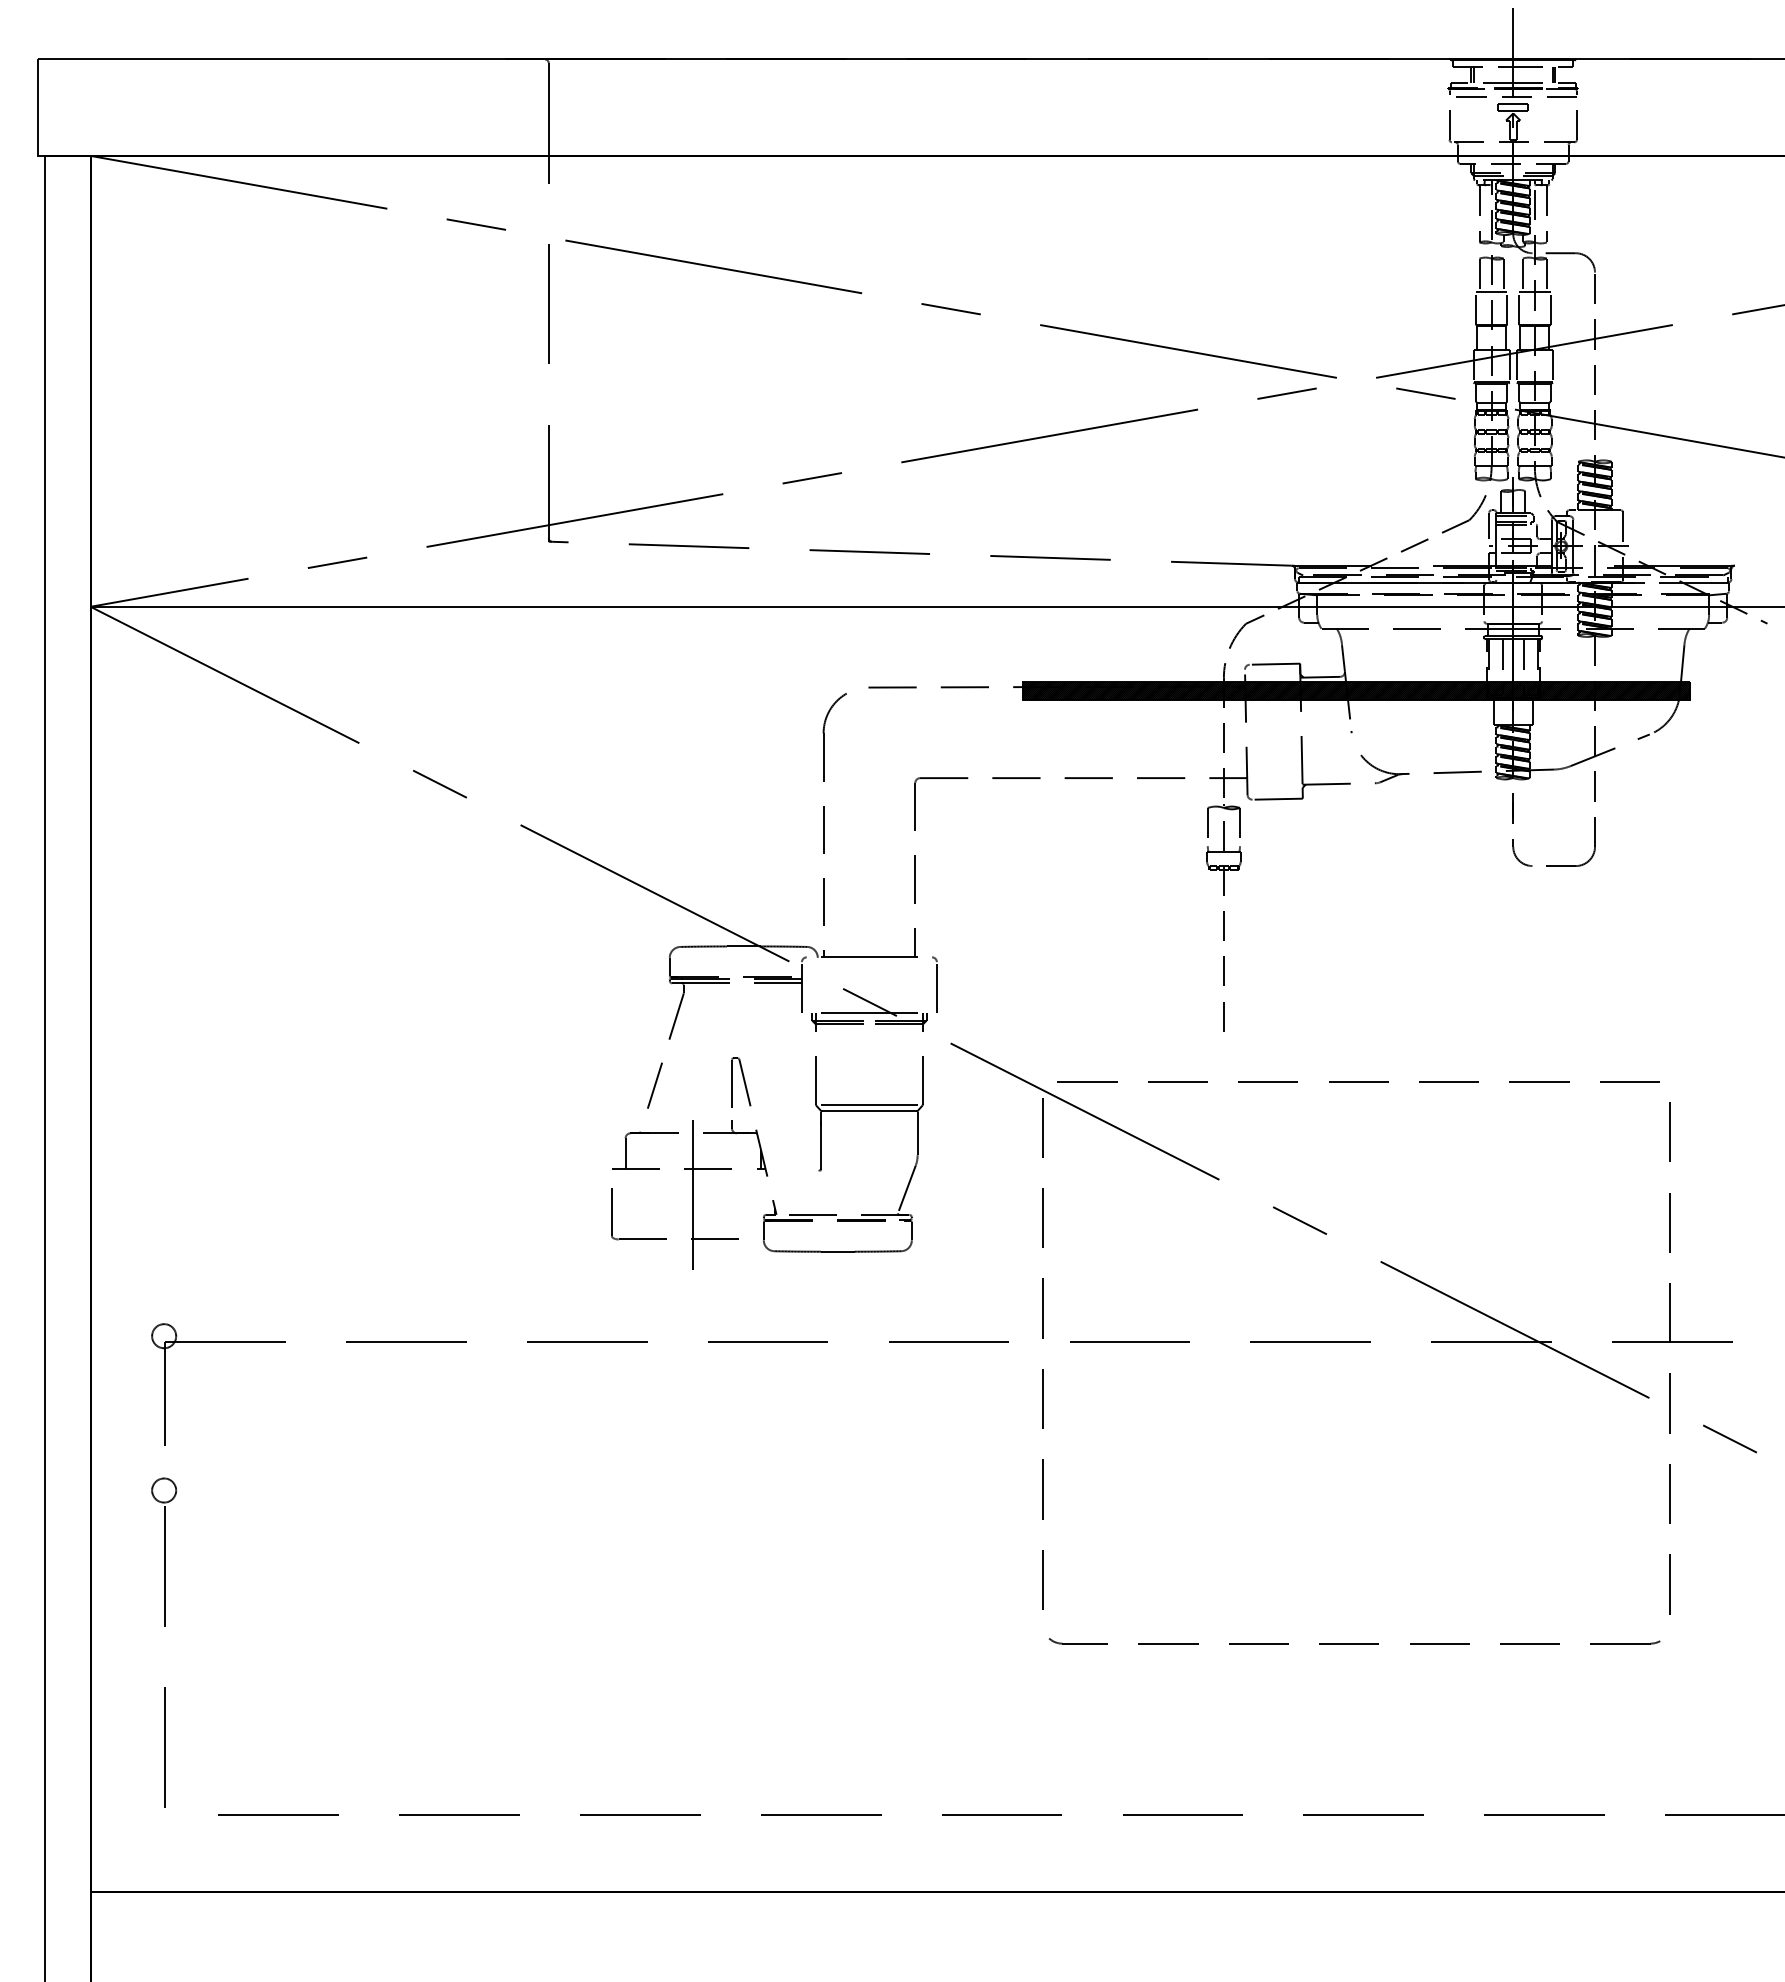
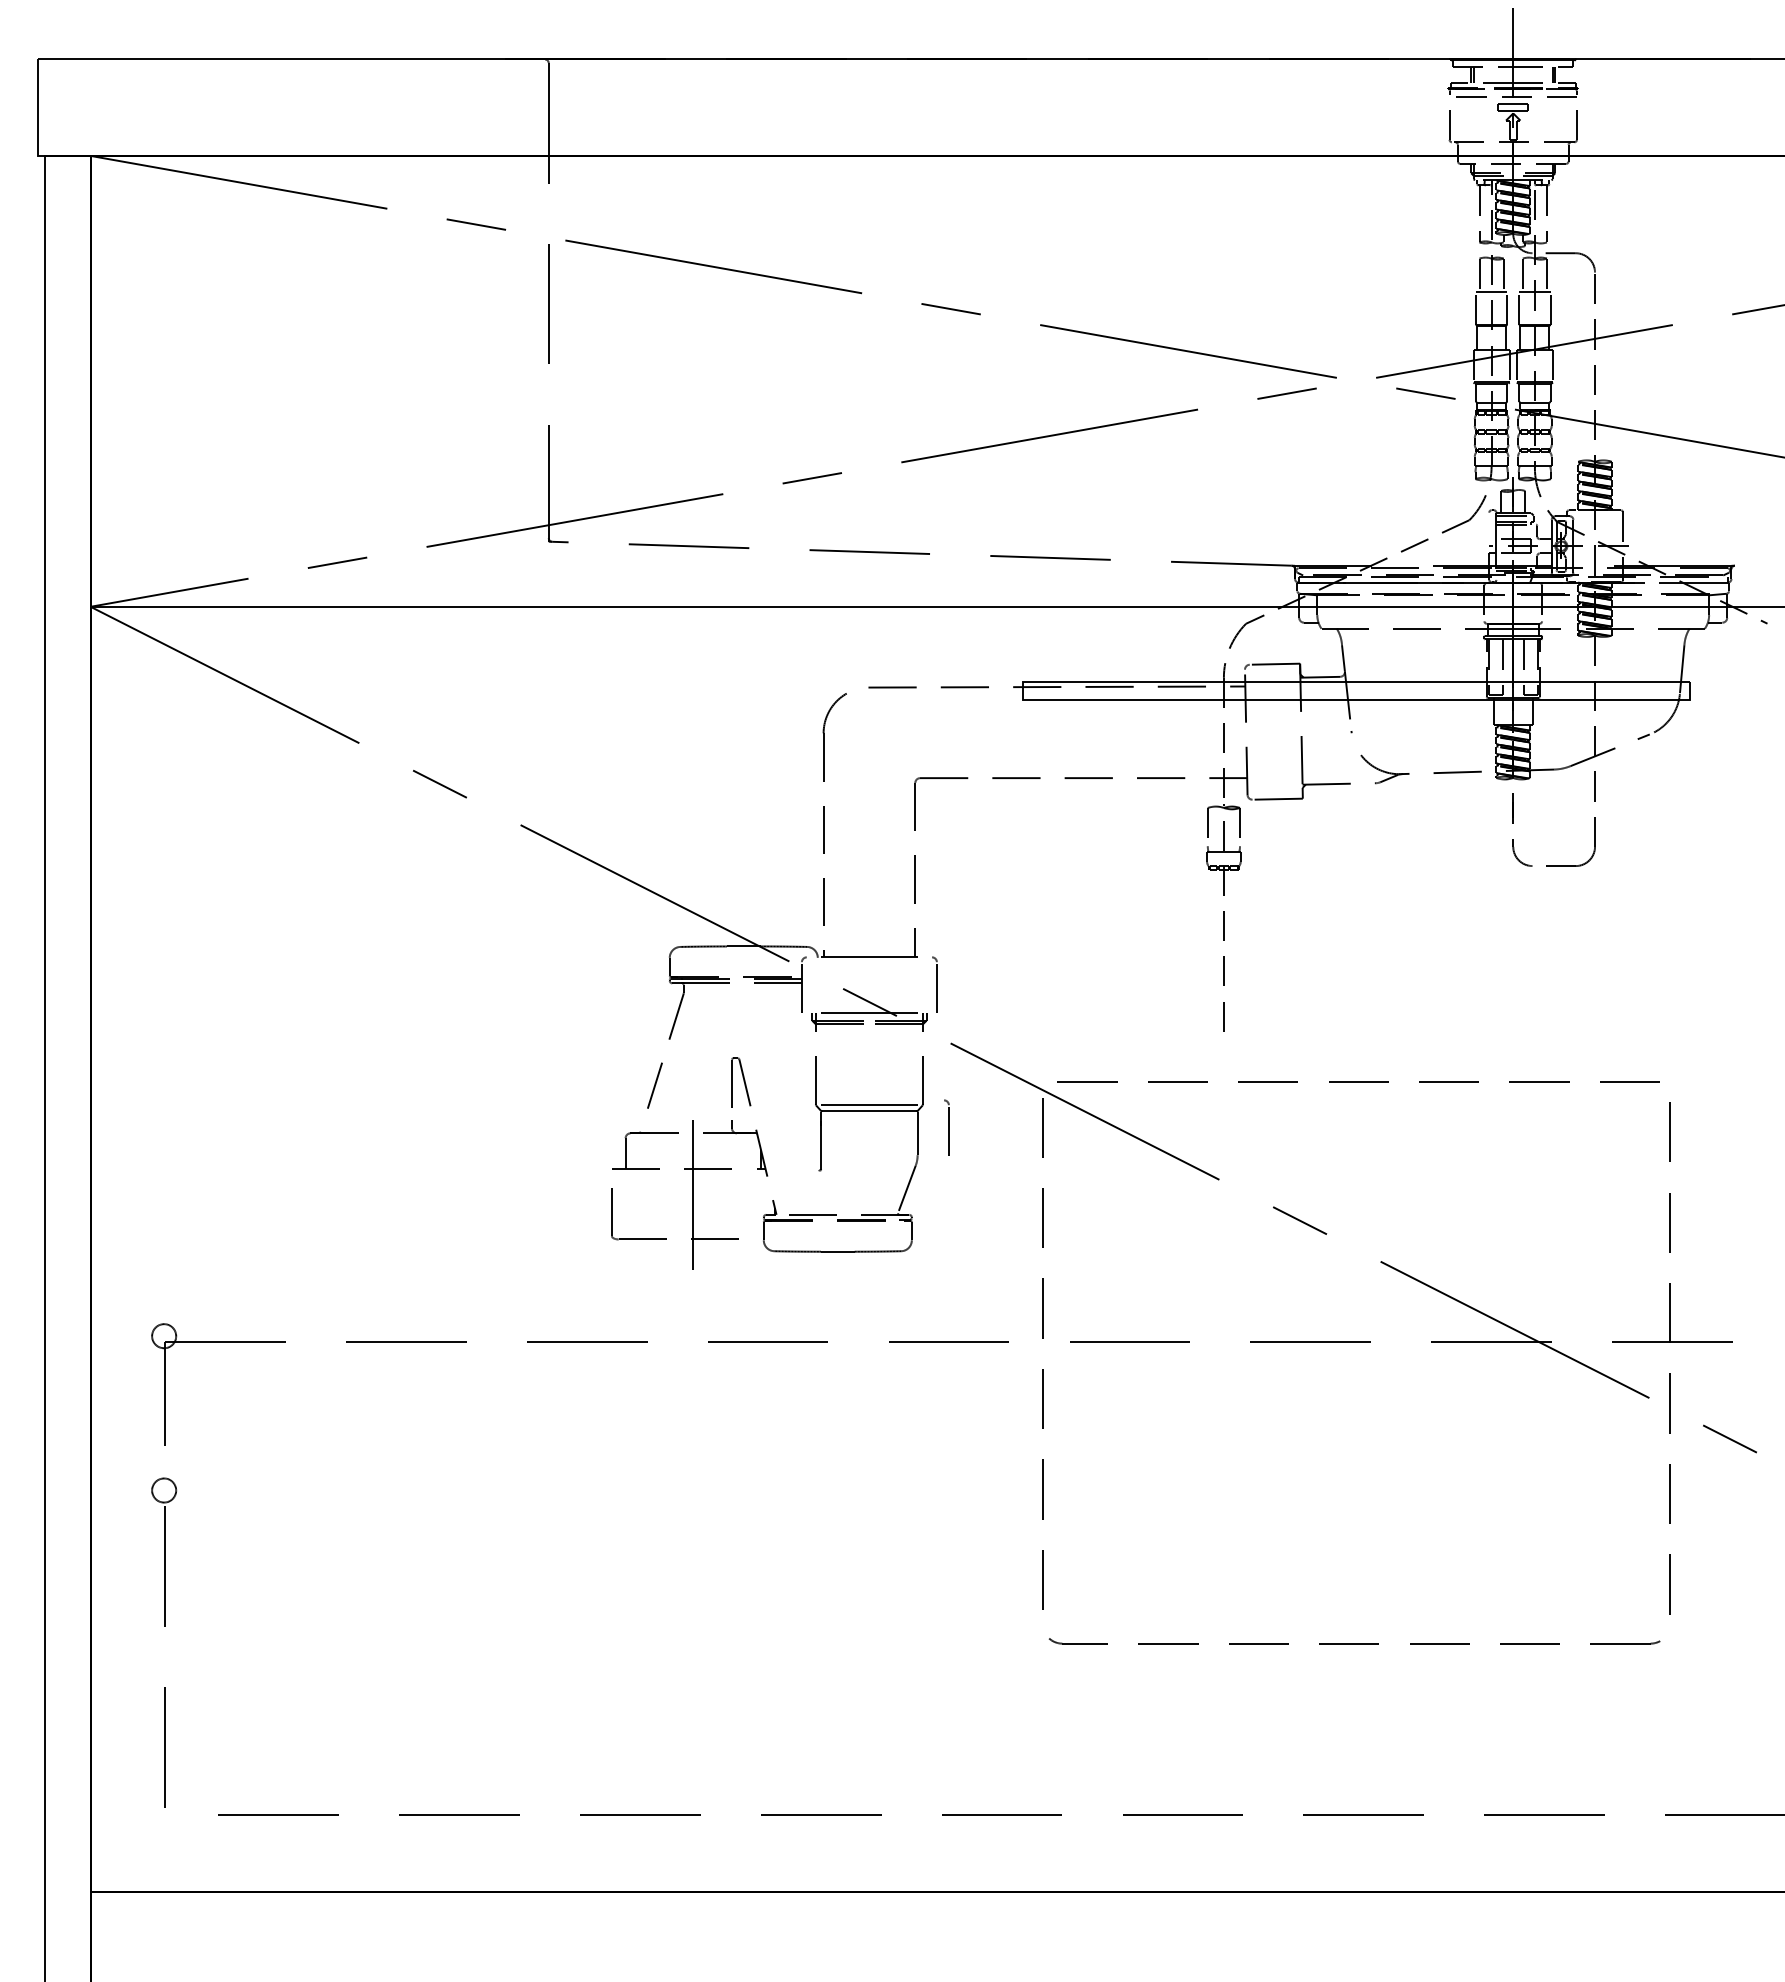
line at (1489, 525): present -> none
hatch at (1356, 691): present -> none
part at (946, 1127): none -> present
